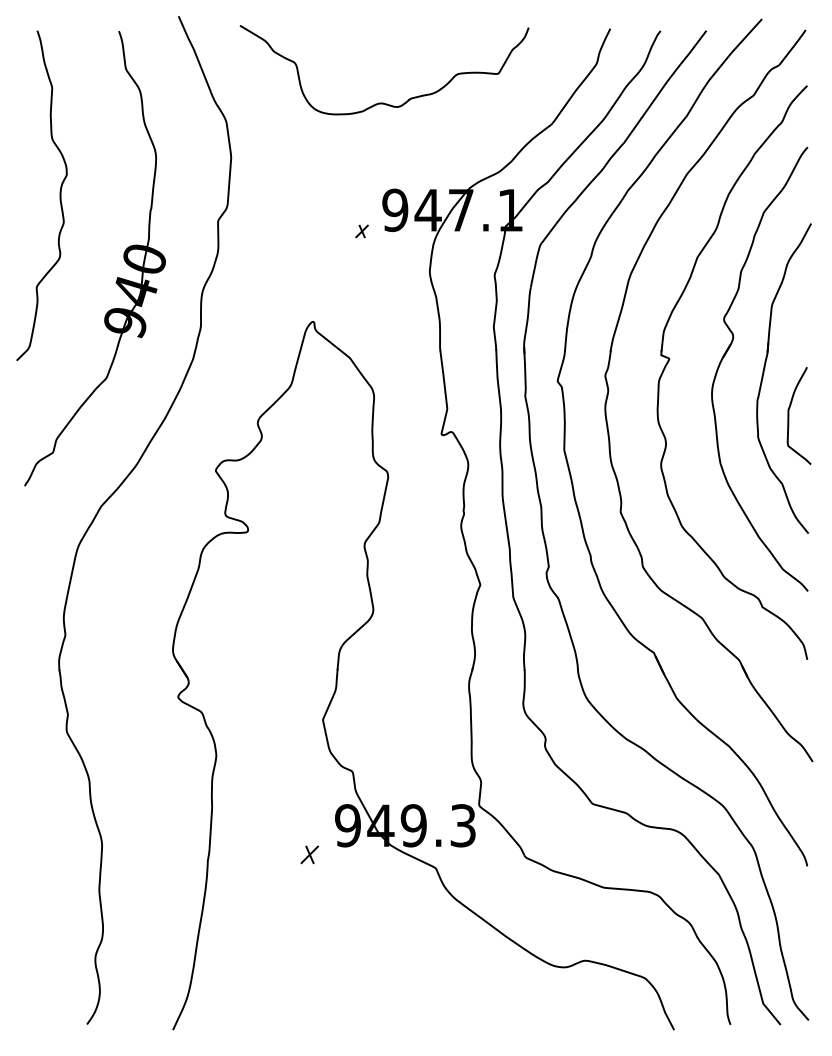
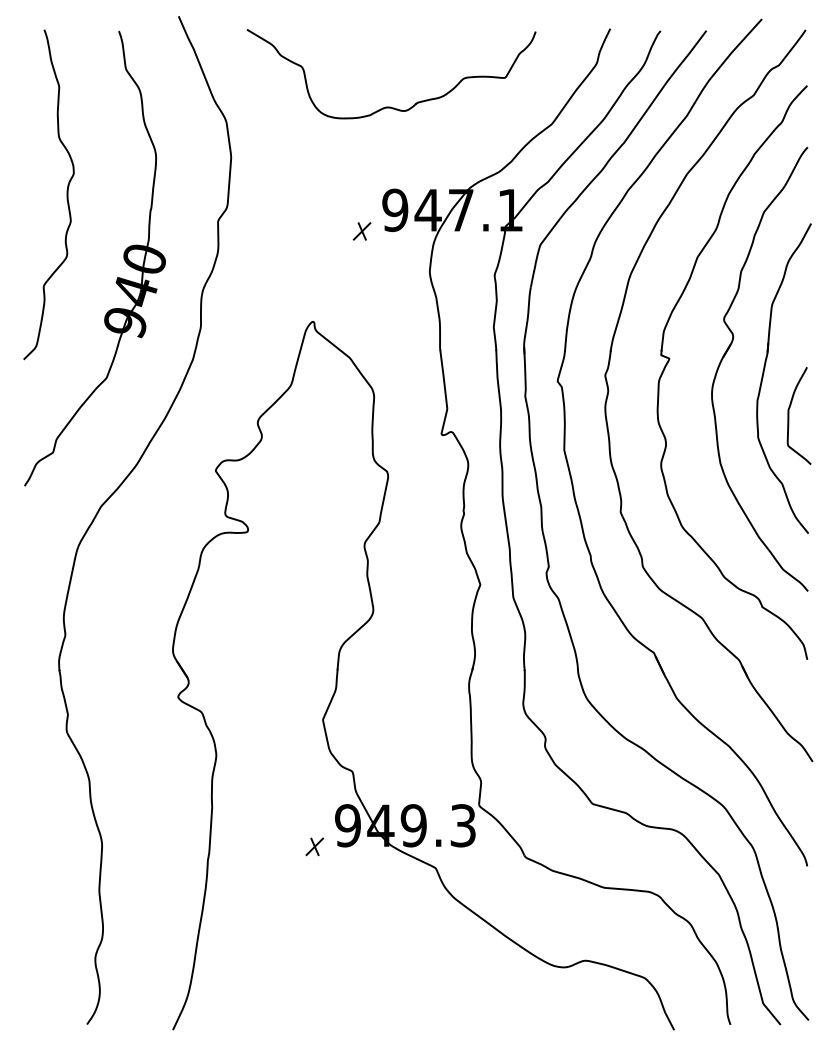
part at (383, 102) position: (383, 102) -> (390, 106)
curve at (59, 195) position: (59, 195) -> (66, 194)
part at (361, 231) size: 14x15 px -> 20x19 px
part at (309, 854) position: (309, 854) -> (314, 846)
